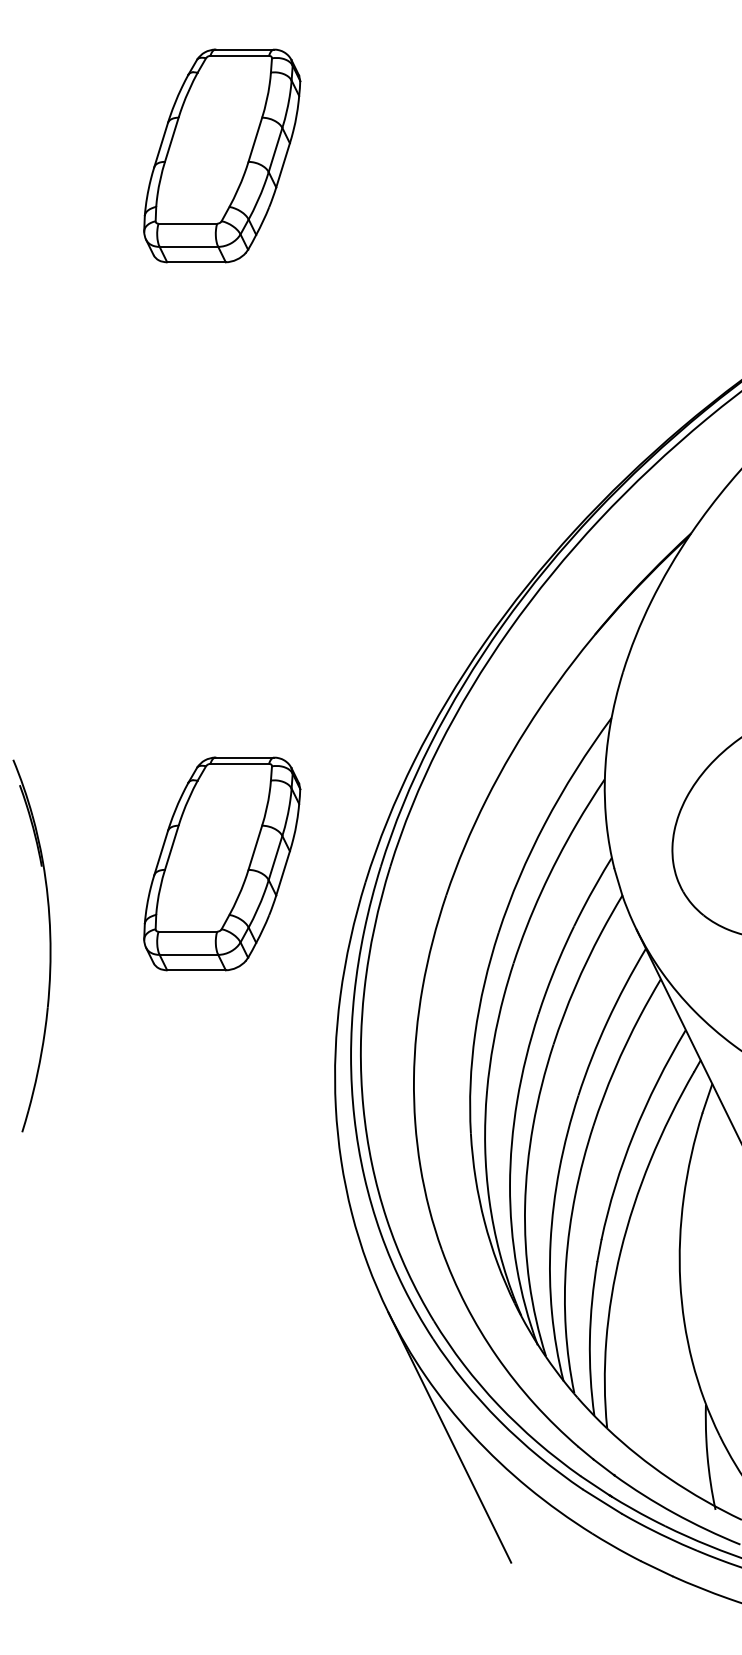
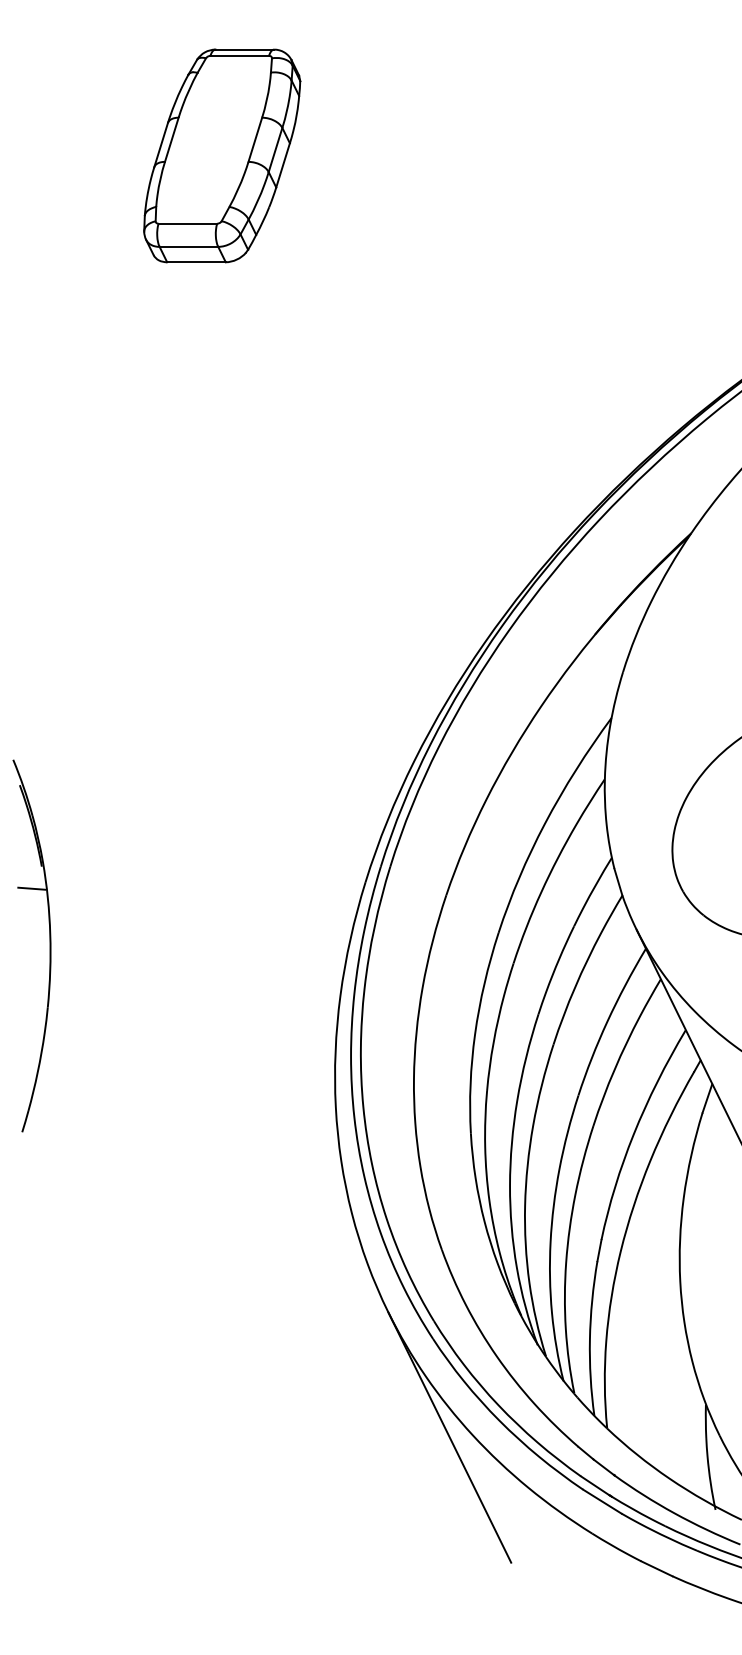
part at (222, 863): present -> none
line at (31, 888): none -> present
